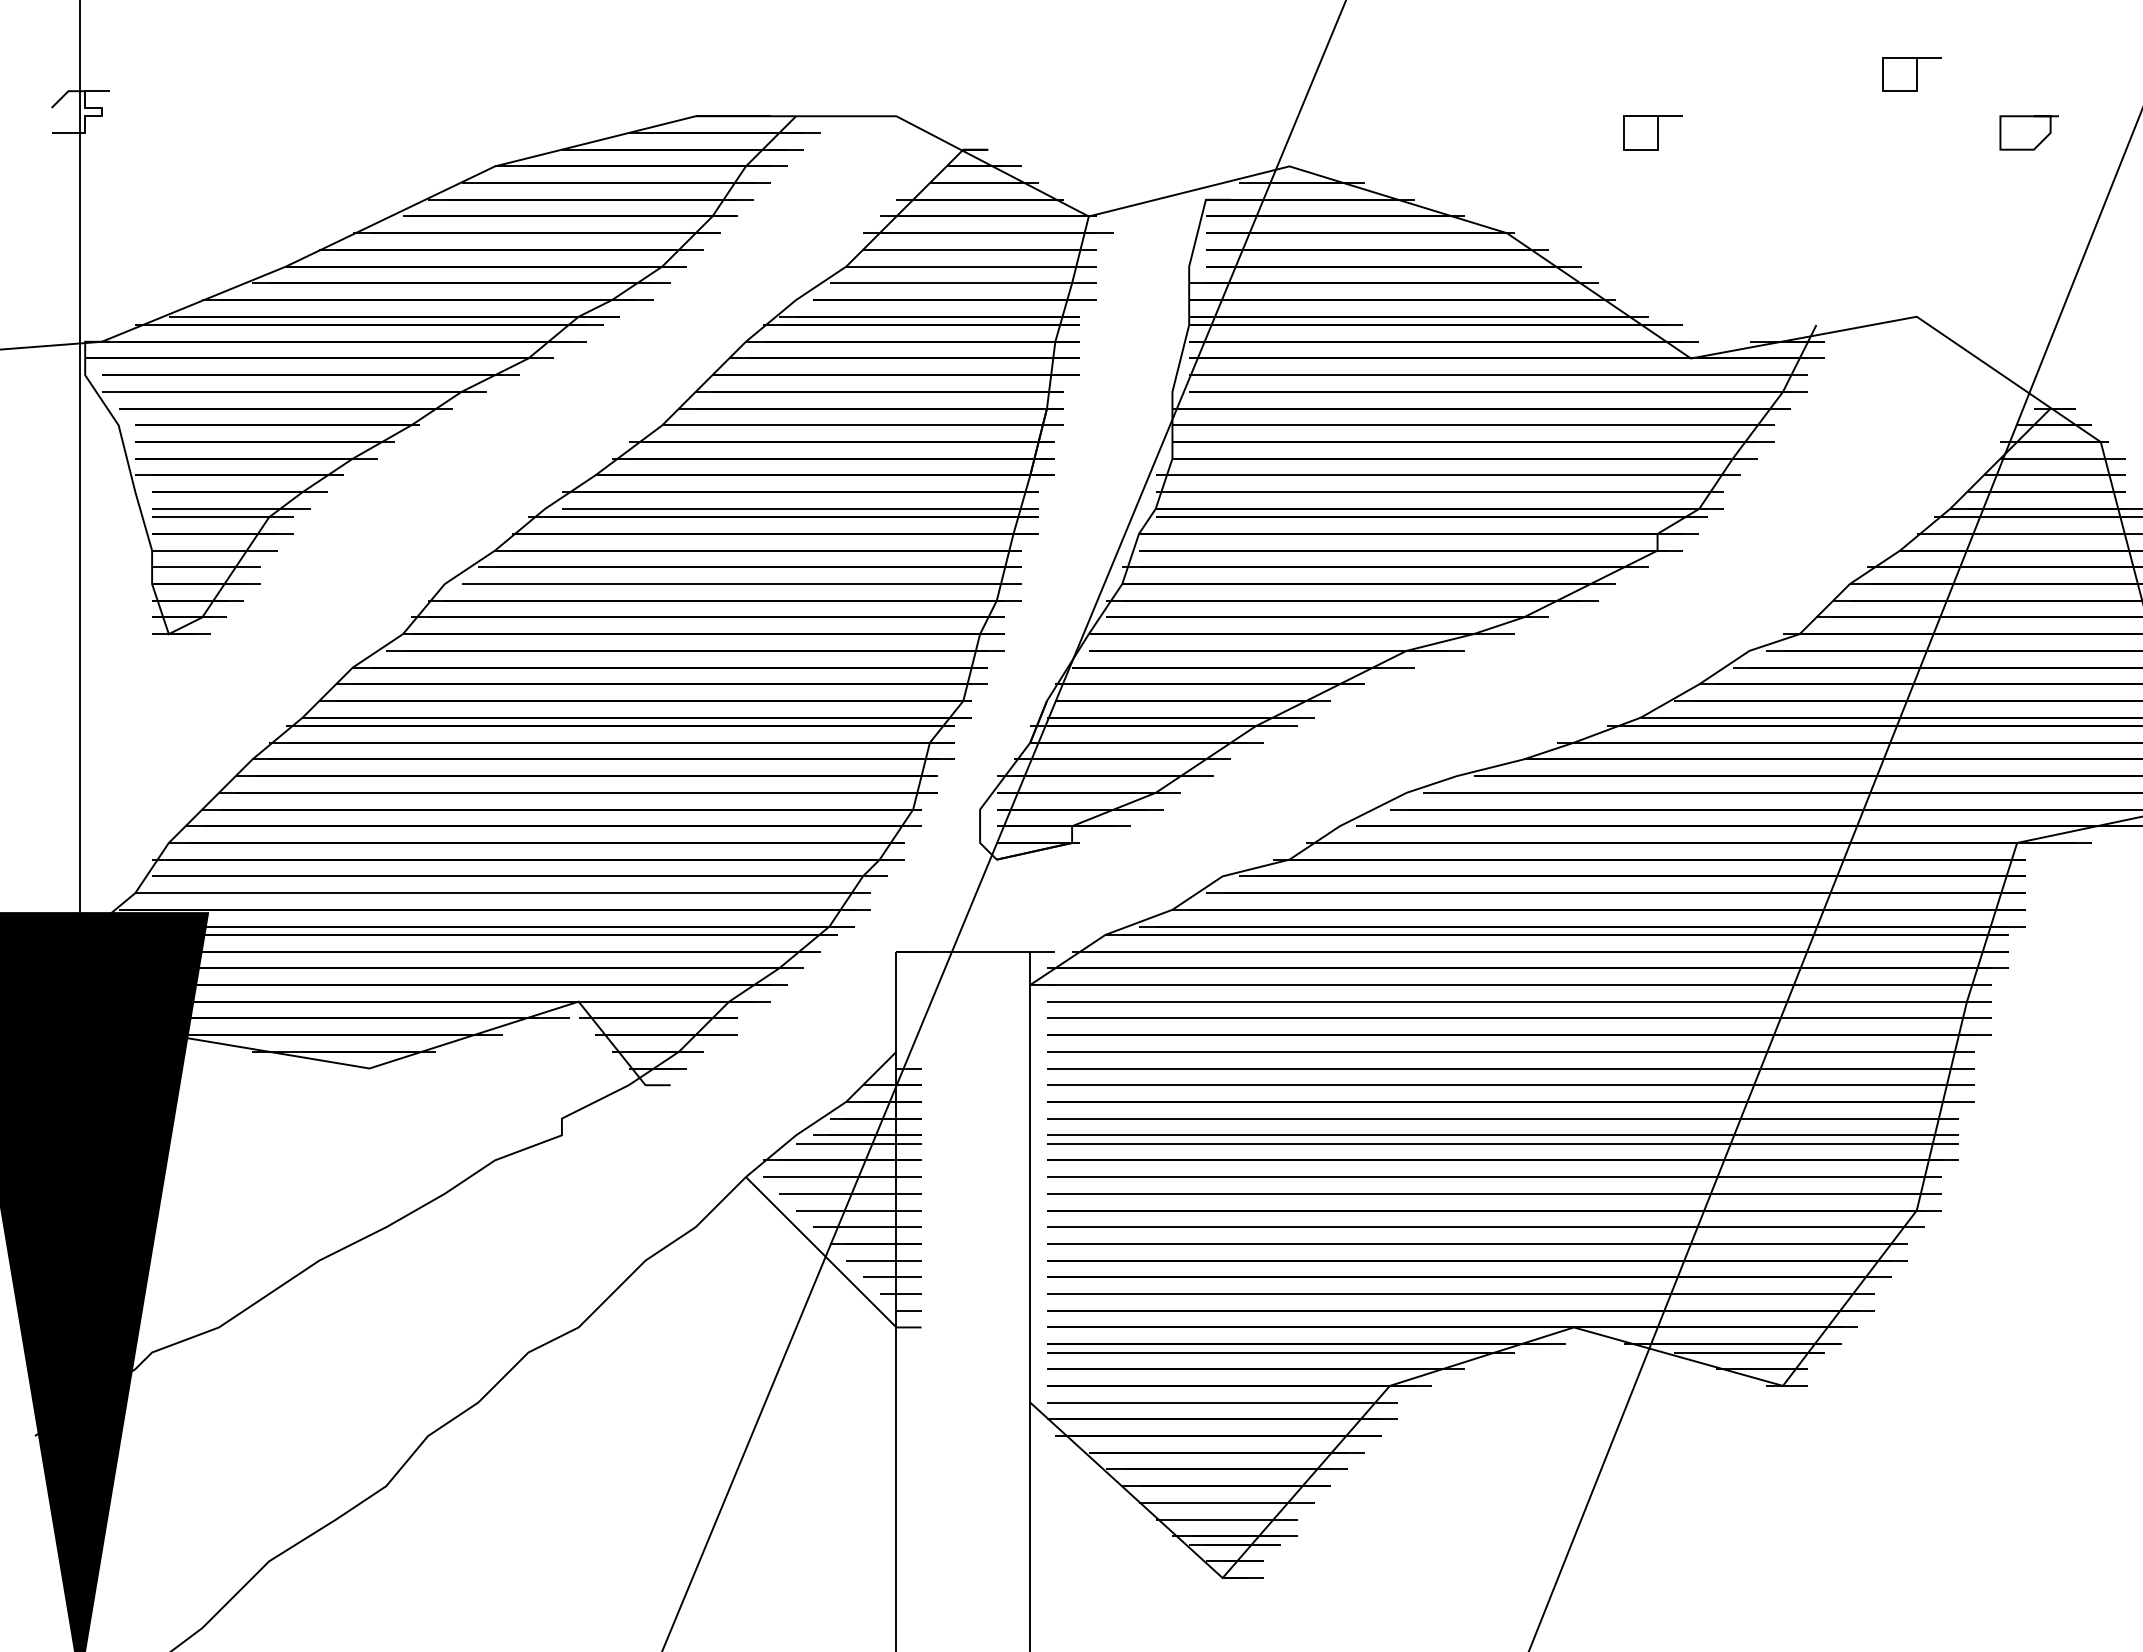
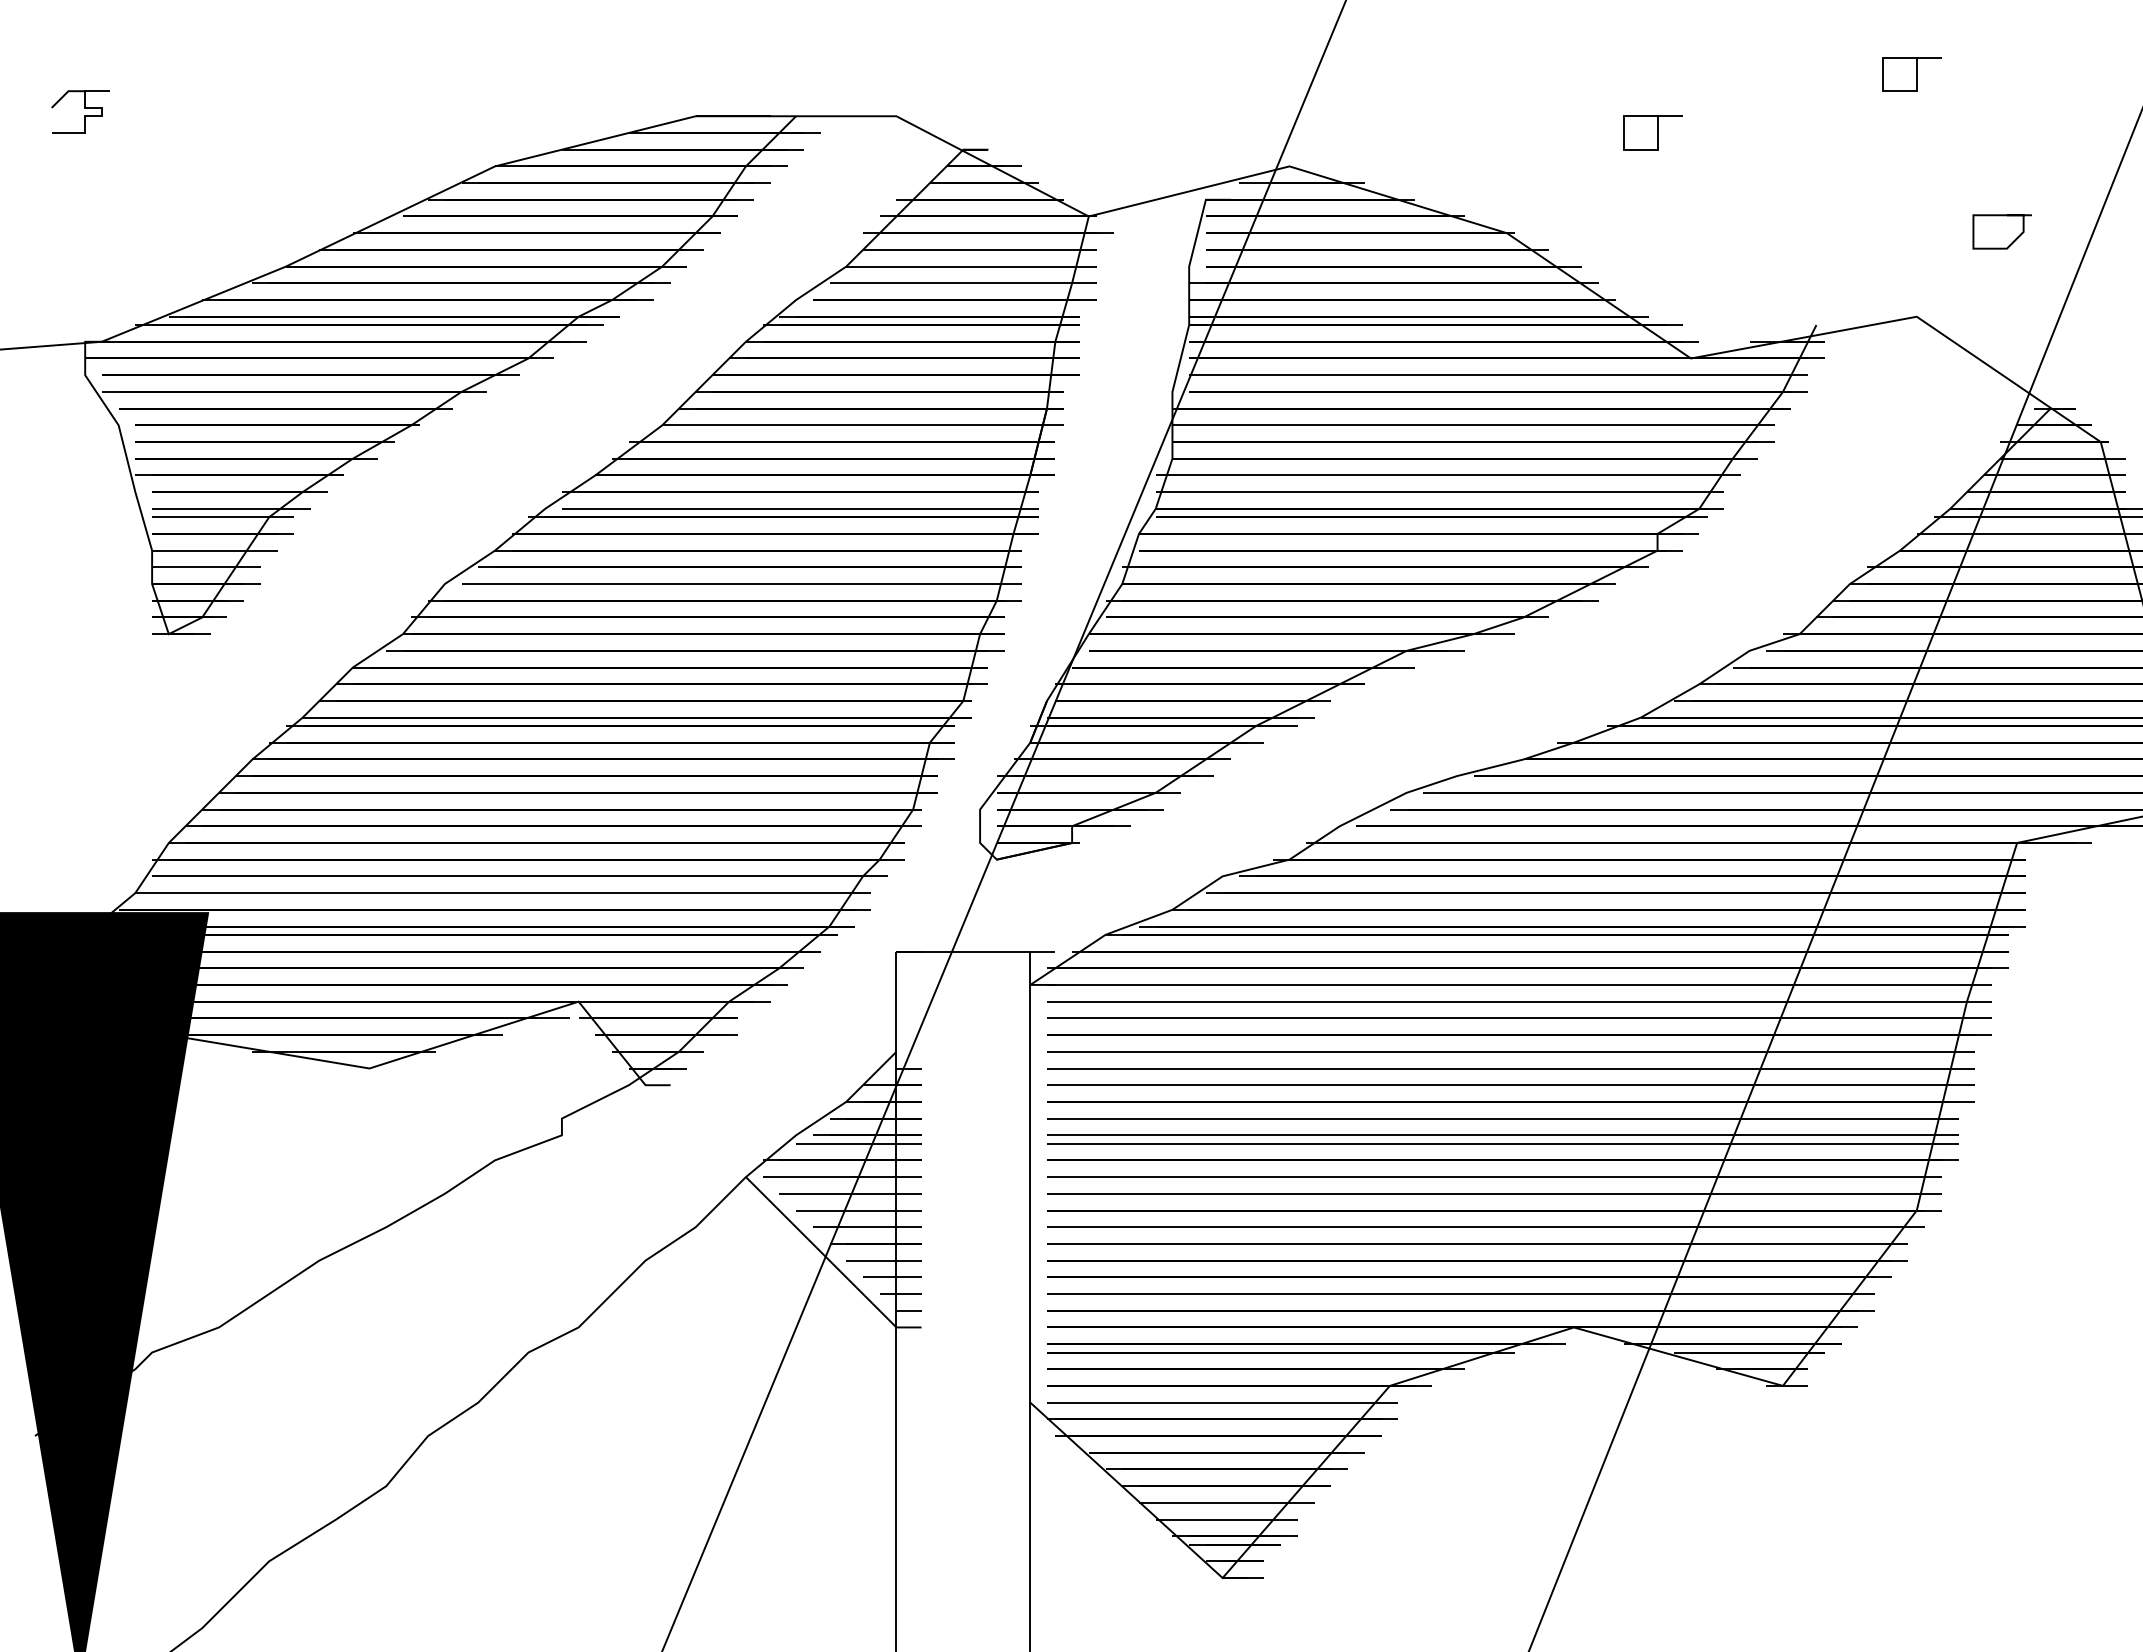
curve at (2039, 142) position: (2039, 142) -> (2012, 241)
line at (80, 457): present -> none
